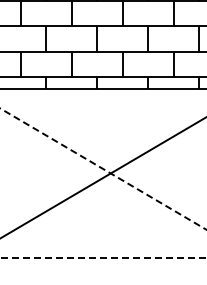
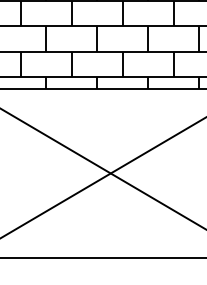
line at (103, 169): dashed -> solid
line at (103, 258): dashed -> solid
